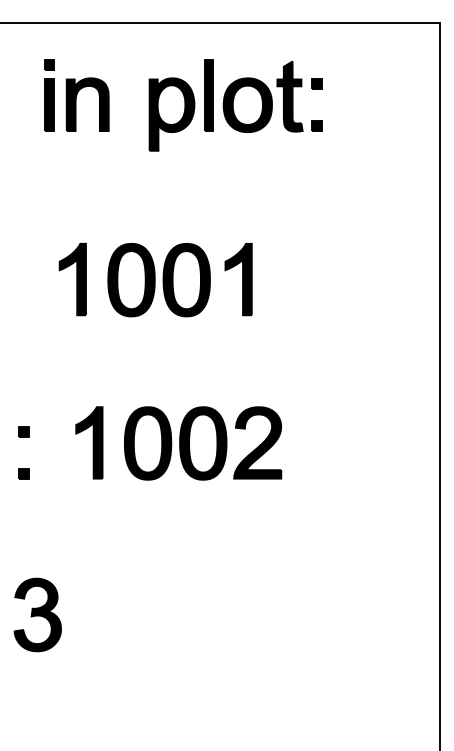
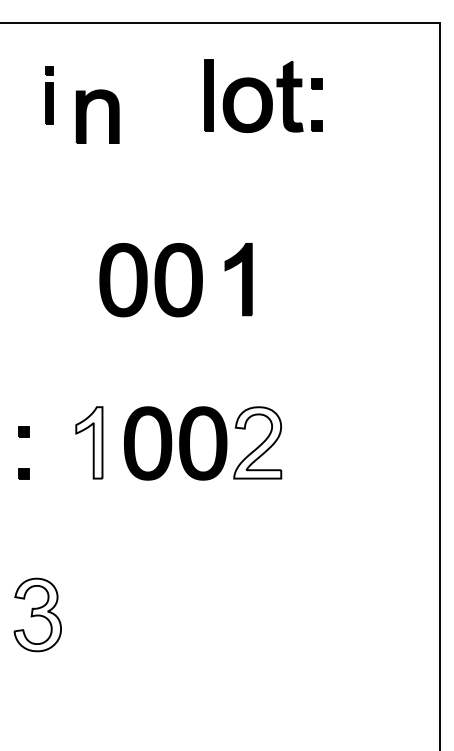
part at (49, 95) size: 11x73 px -> 9x59 px
part at (76, 104) position: (76, 104) -> (86, 116)
part at (171, 114): present -> none
part at (72, 279): present -> none
part at (158, 280) position: (158, 280) -> (150, 280)
fill at (89, 442): present -> none
fill at (257, 442): present -> none
fill at (37, 614): present -> none
